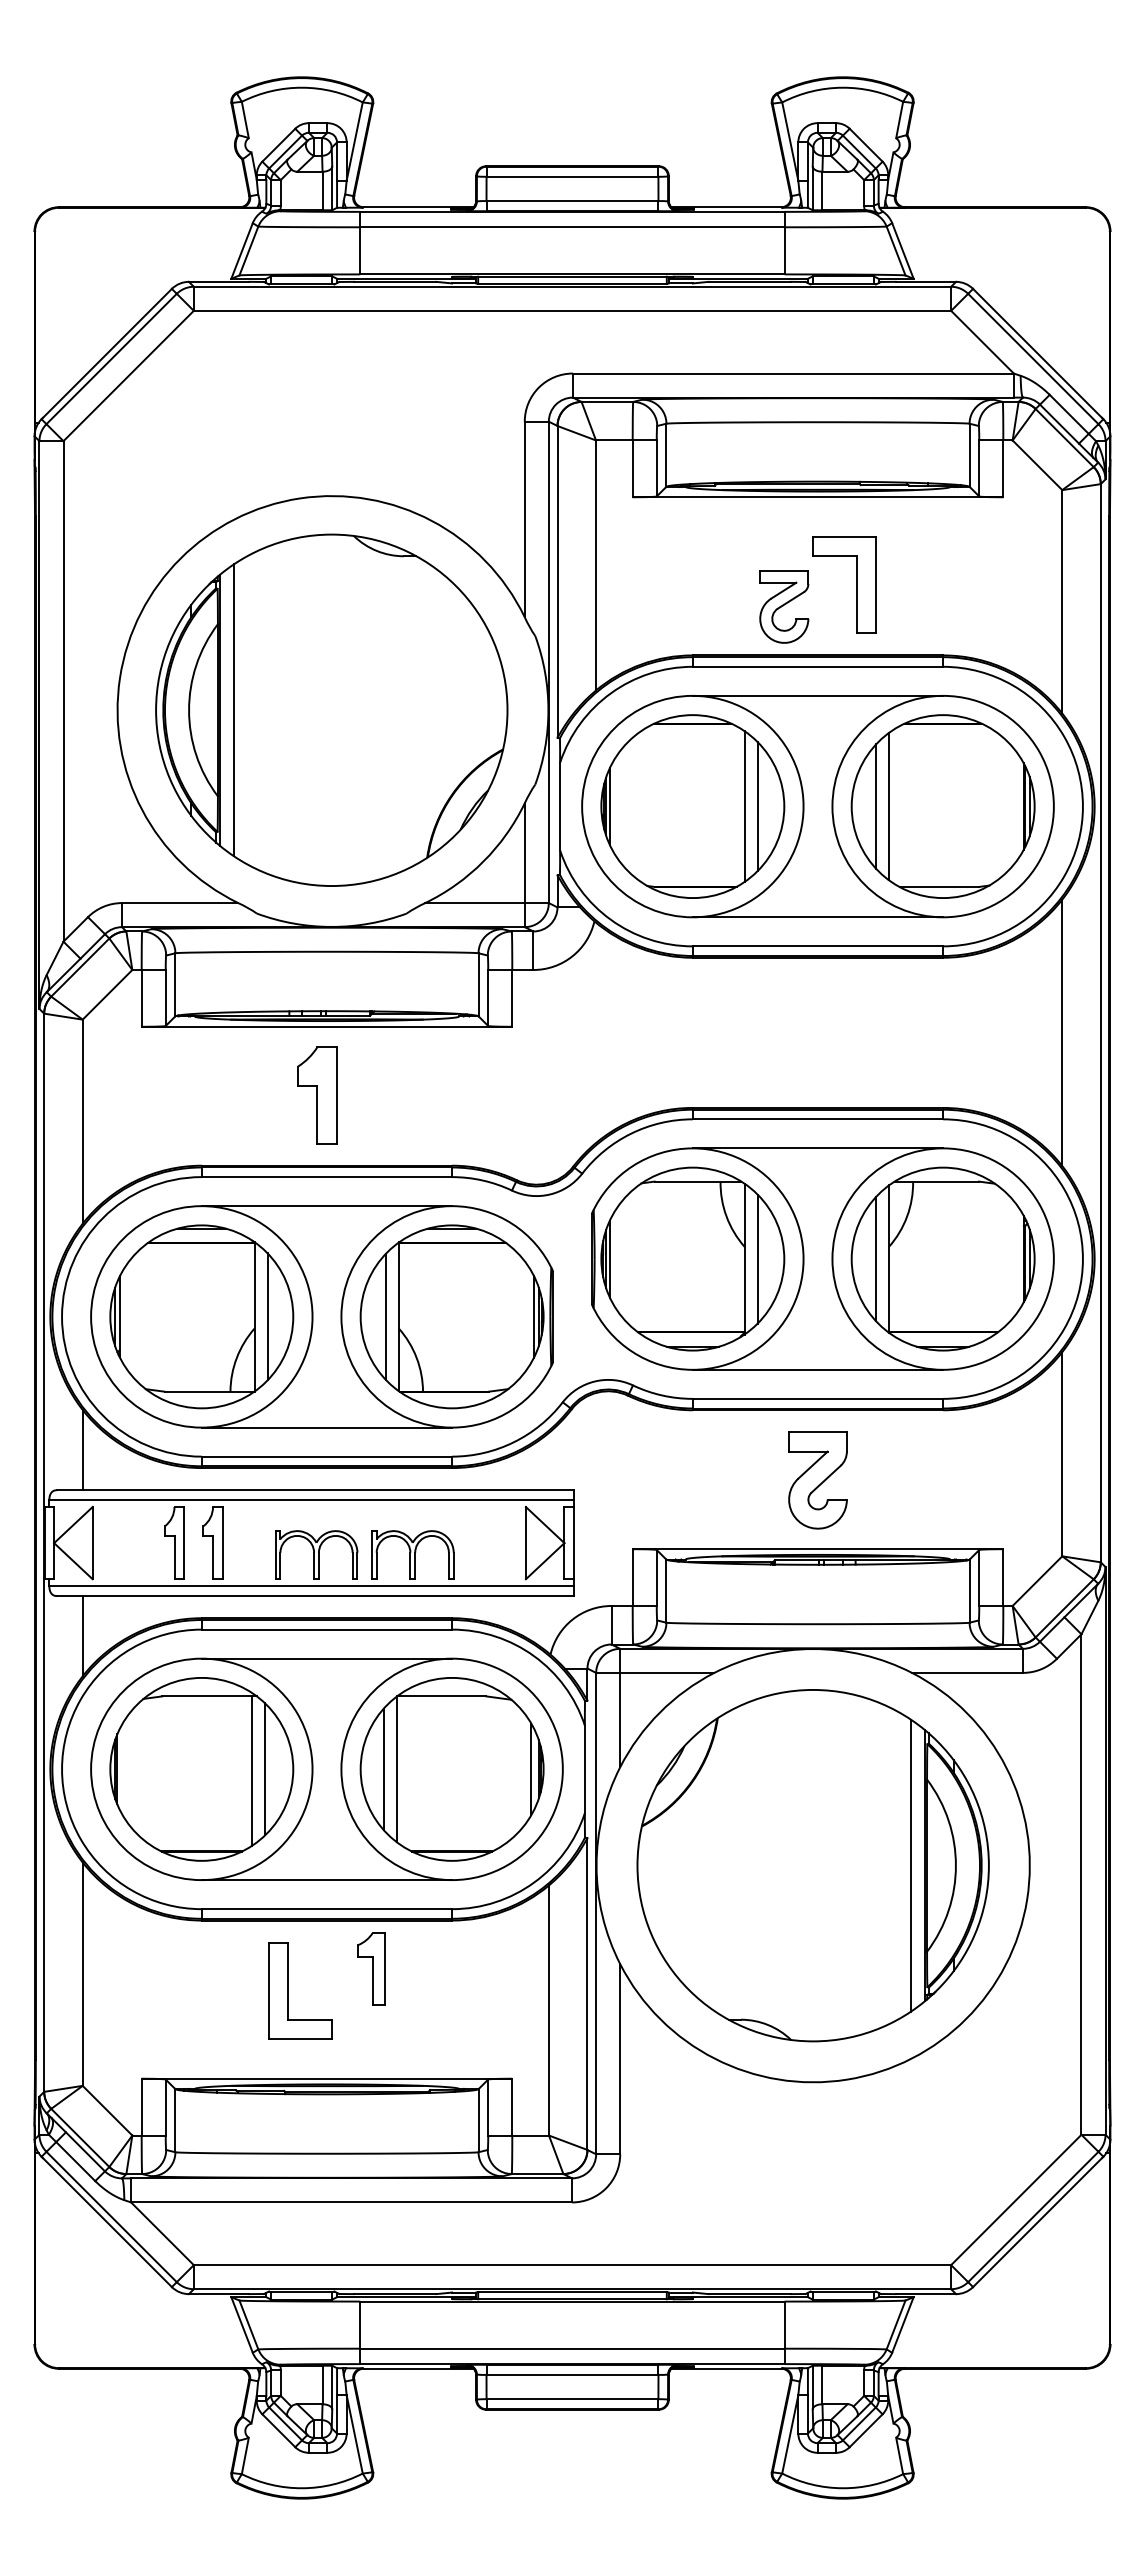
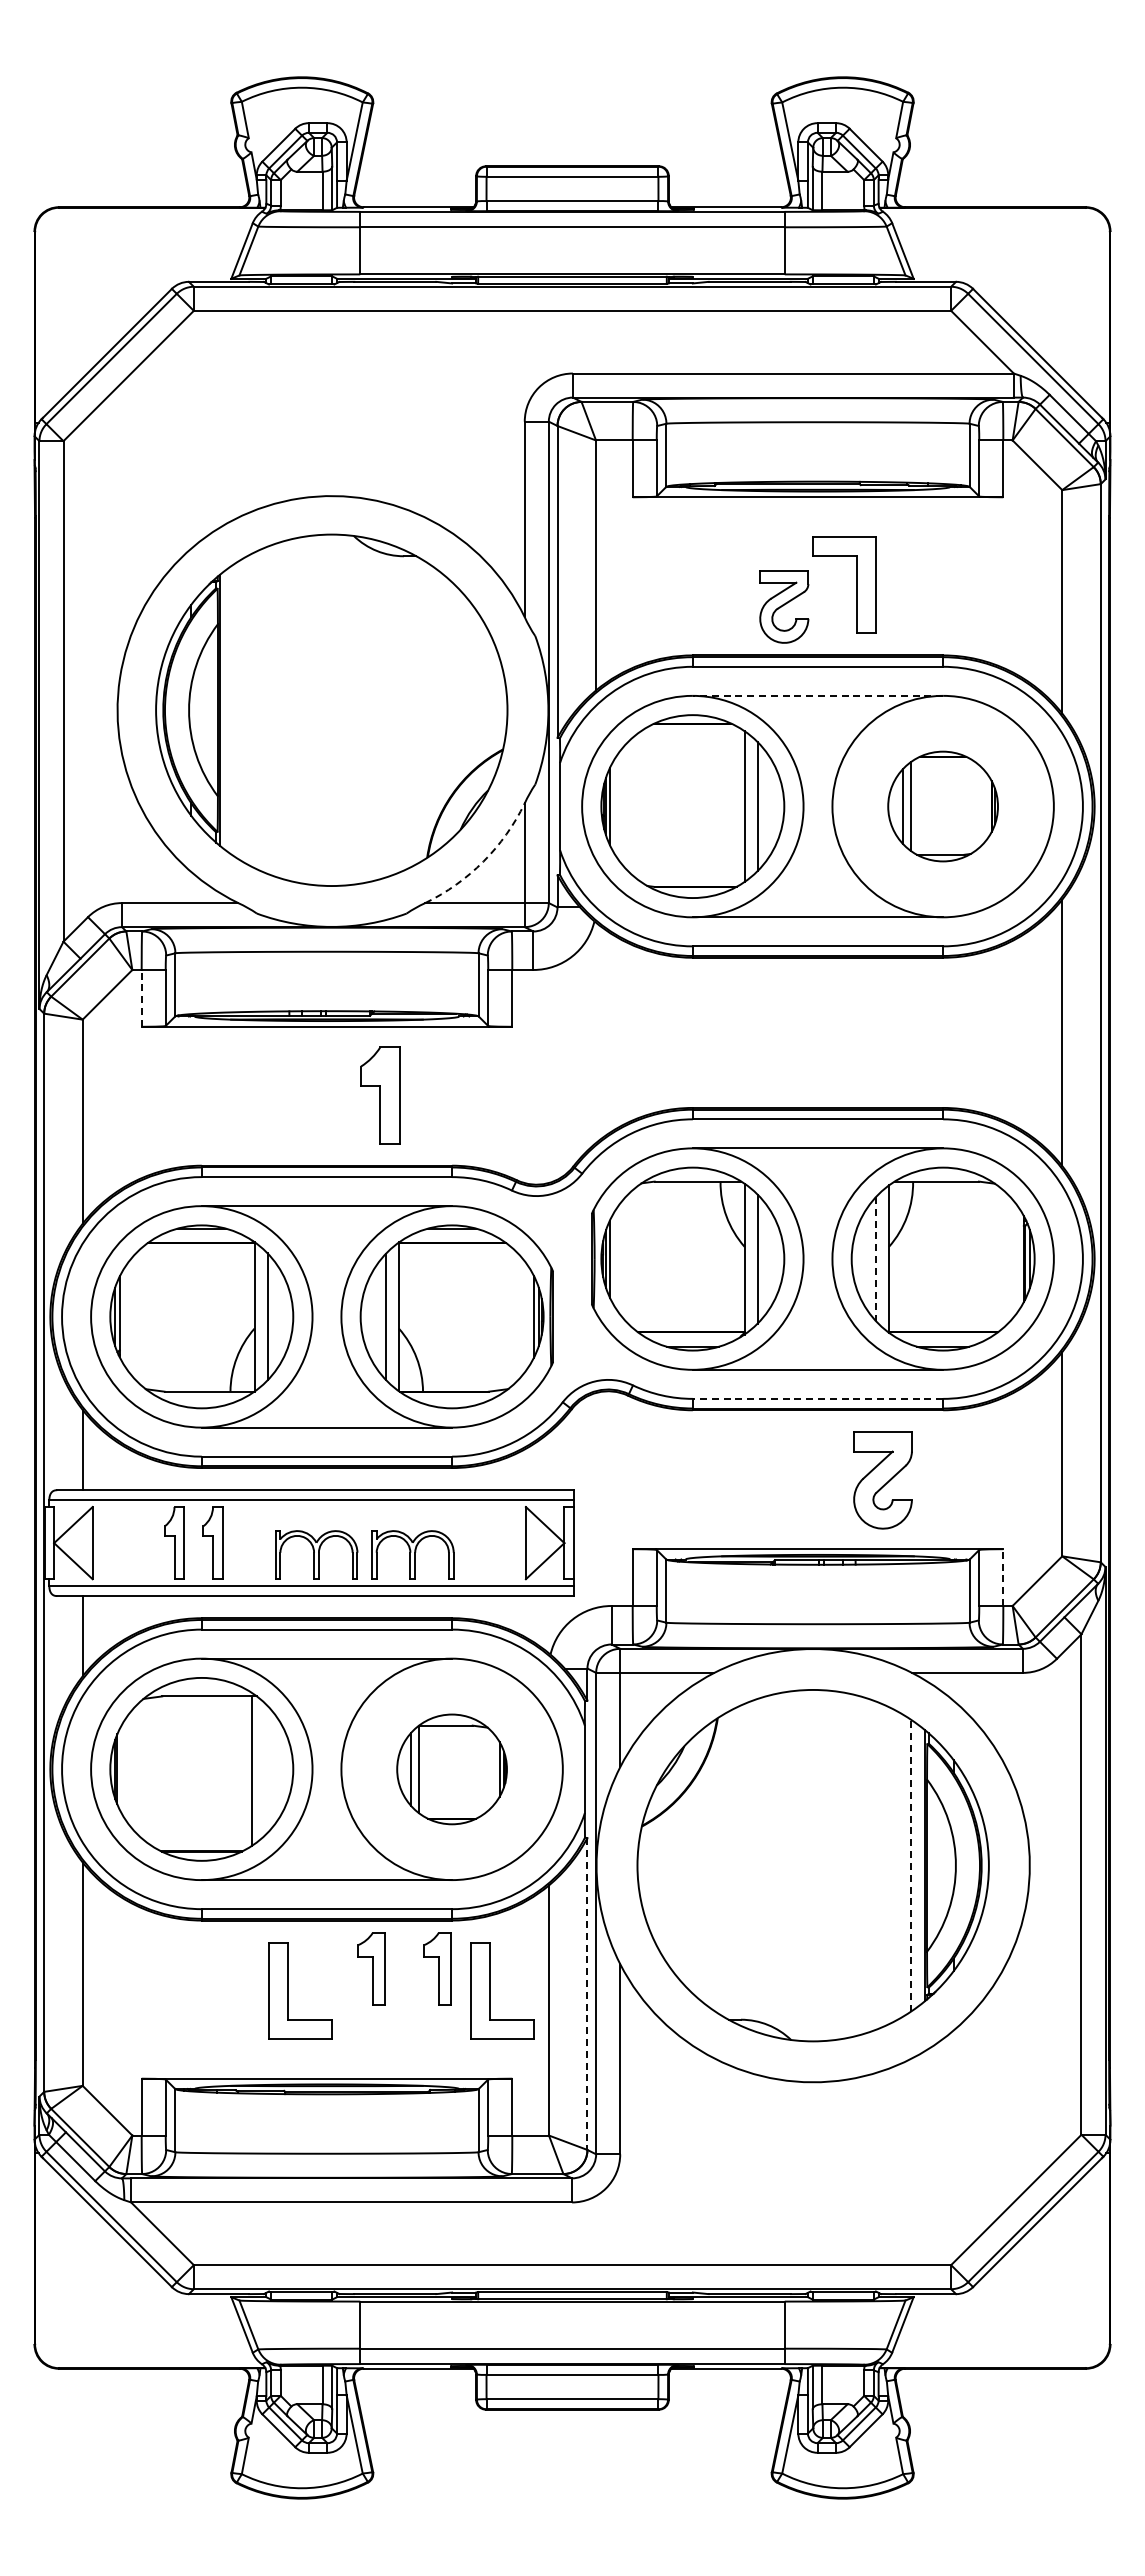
line at (817, 695): solid -> dashed
line at (234, 710): present -> none
part at (942, 806) size: 186x185 px -> 112x113 px
arc at (483, 861): solid -> dashed
line at (141, 997): solid -> dashed
part at (317, 1095) position: (317, 1095) -> (380, 1095)
line at (876, 1259): solid -> dashed
line at (817, 1398): solid -> dashed
part at (817, 1480) position: (817, 1480) -> (882, 1480)
line at (1003, 1577): solid -> dashed
line at (265, 1769): present -> none
part at (451, 1769) size: 186x185 px -> 112x113 px
line at (910, 1865): solid -> dashed
part at (437, 1968): none -> present
part at (490, 1990): none -> present
line at (587, 1994): solid -> dashed
